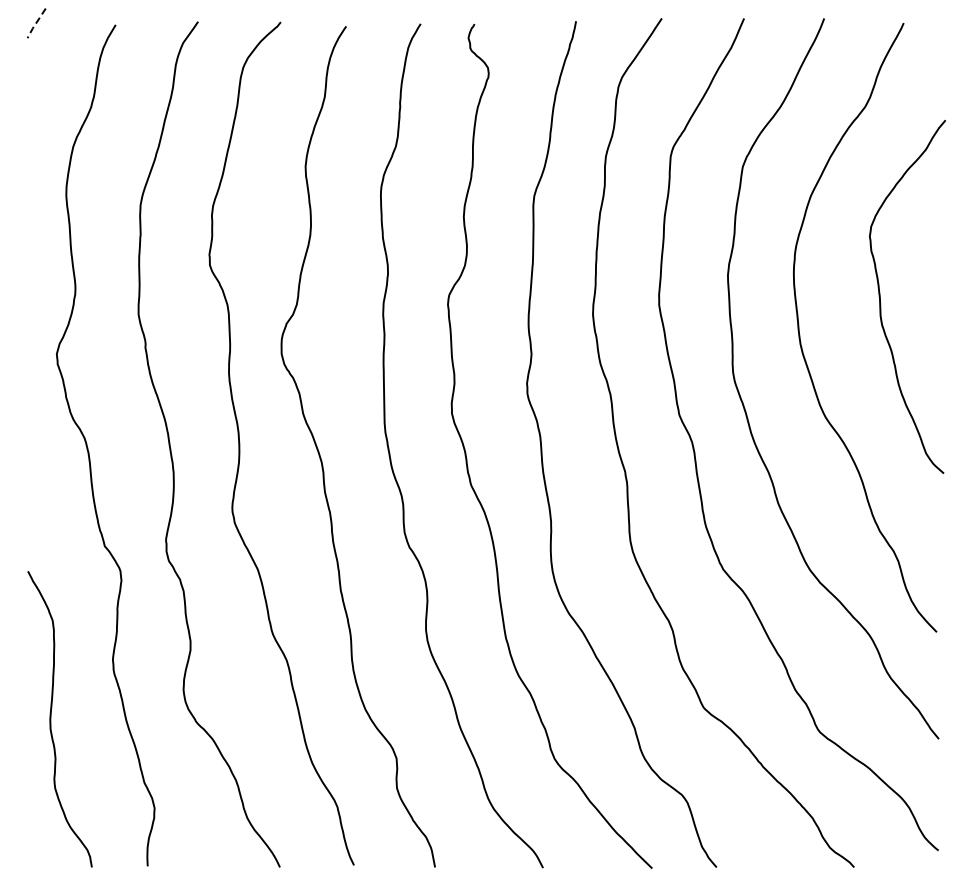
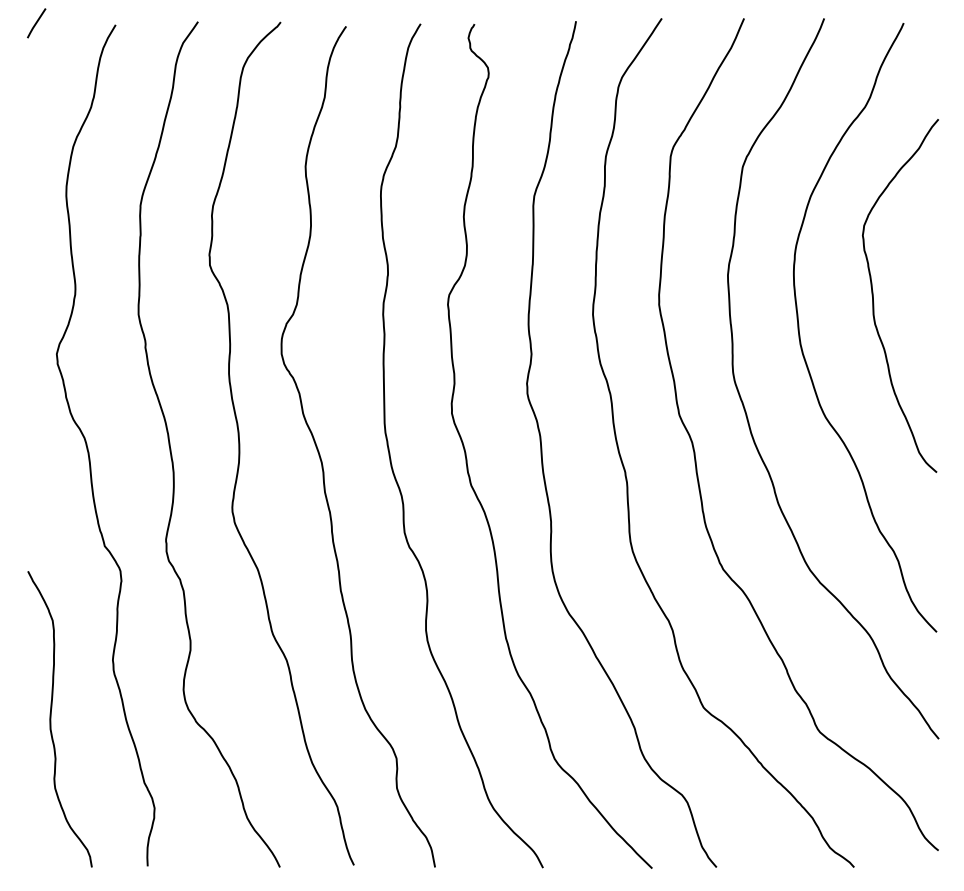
line at (35, 24): dashed -> solid
curve at (880, 296) position: (880, 296) -> (873, 295)
